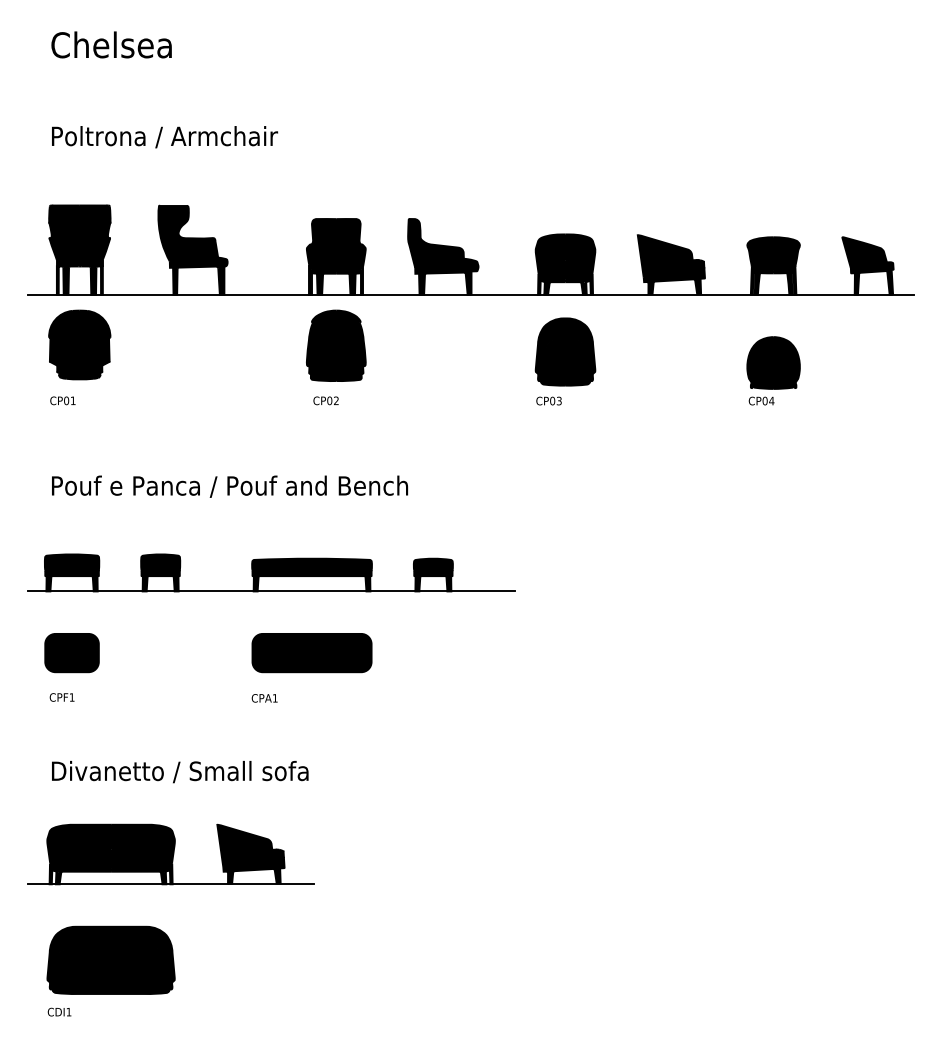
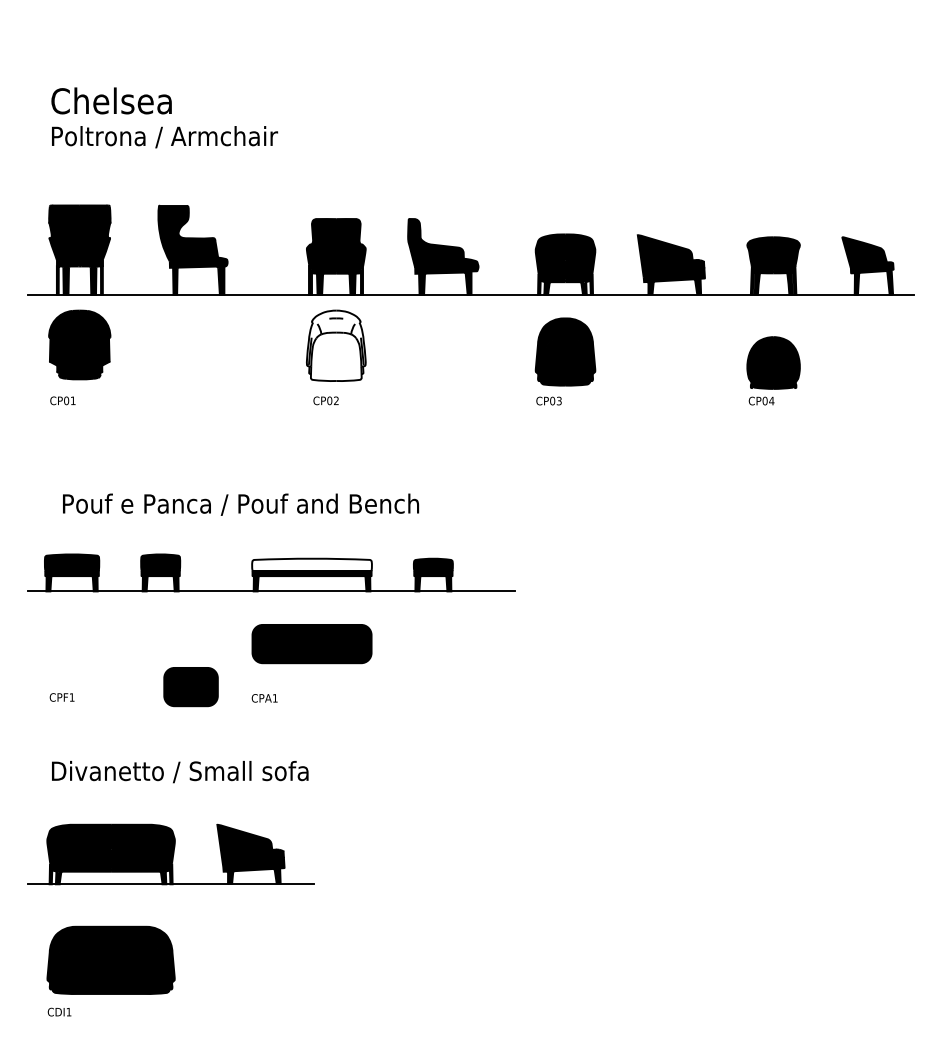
text at (111, 44) position: (111, 44) -> (111, 100)
fill at (335, 345): present -> none
text at (229, 486) position: (229, 486) -> (240, 504)
fill at (311, 564): present -> none
part at (71, 653) position: (71, 653) -> (190, 687)
part at (311, 653) position: (311, 653) -> (311, 644)
